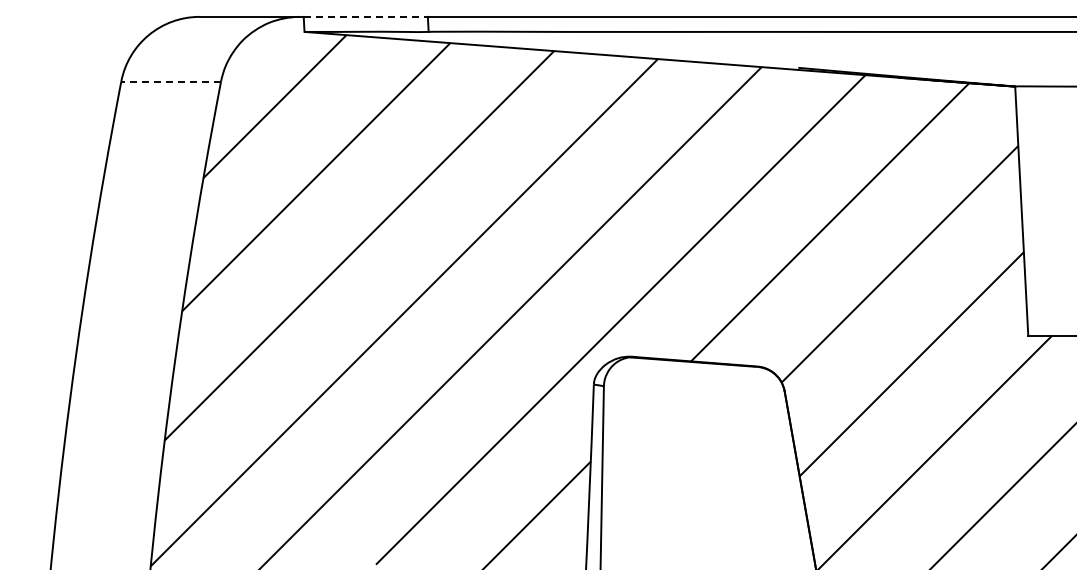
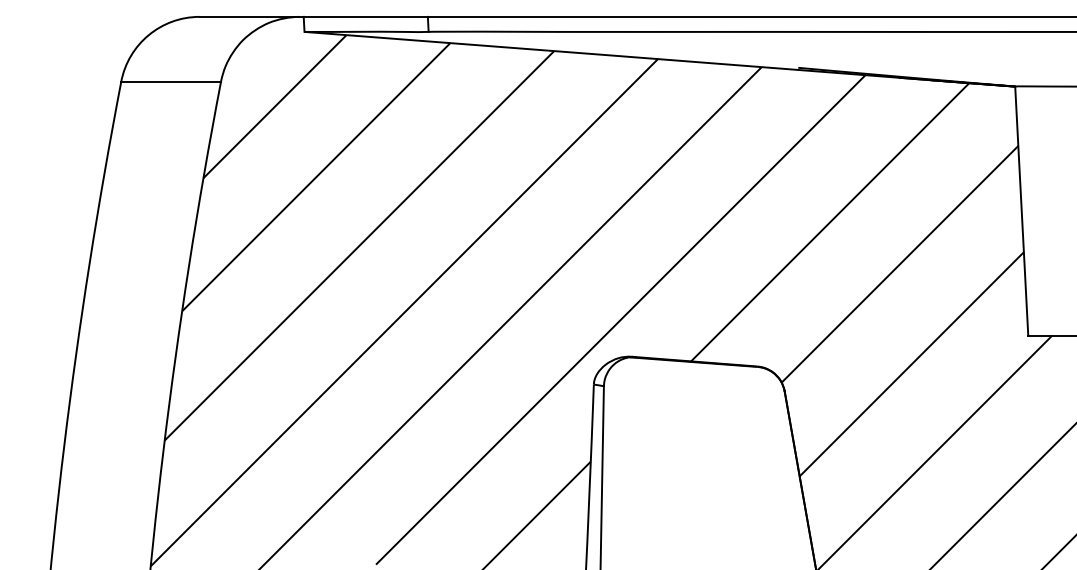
line at (366, 16): dashed -> solid
line at (171, 81): dashed -> solid
